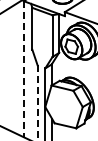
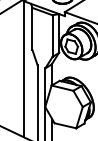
line at (23, 69): dashed -> solid
line at (37, 102): dashed -> solid
